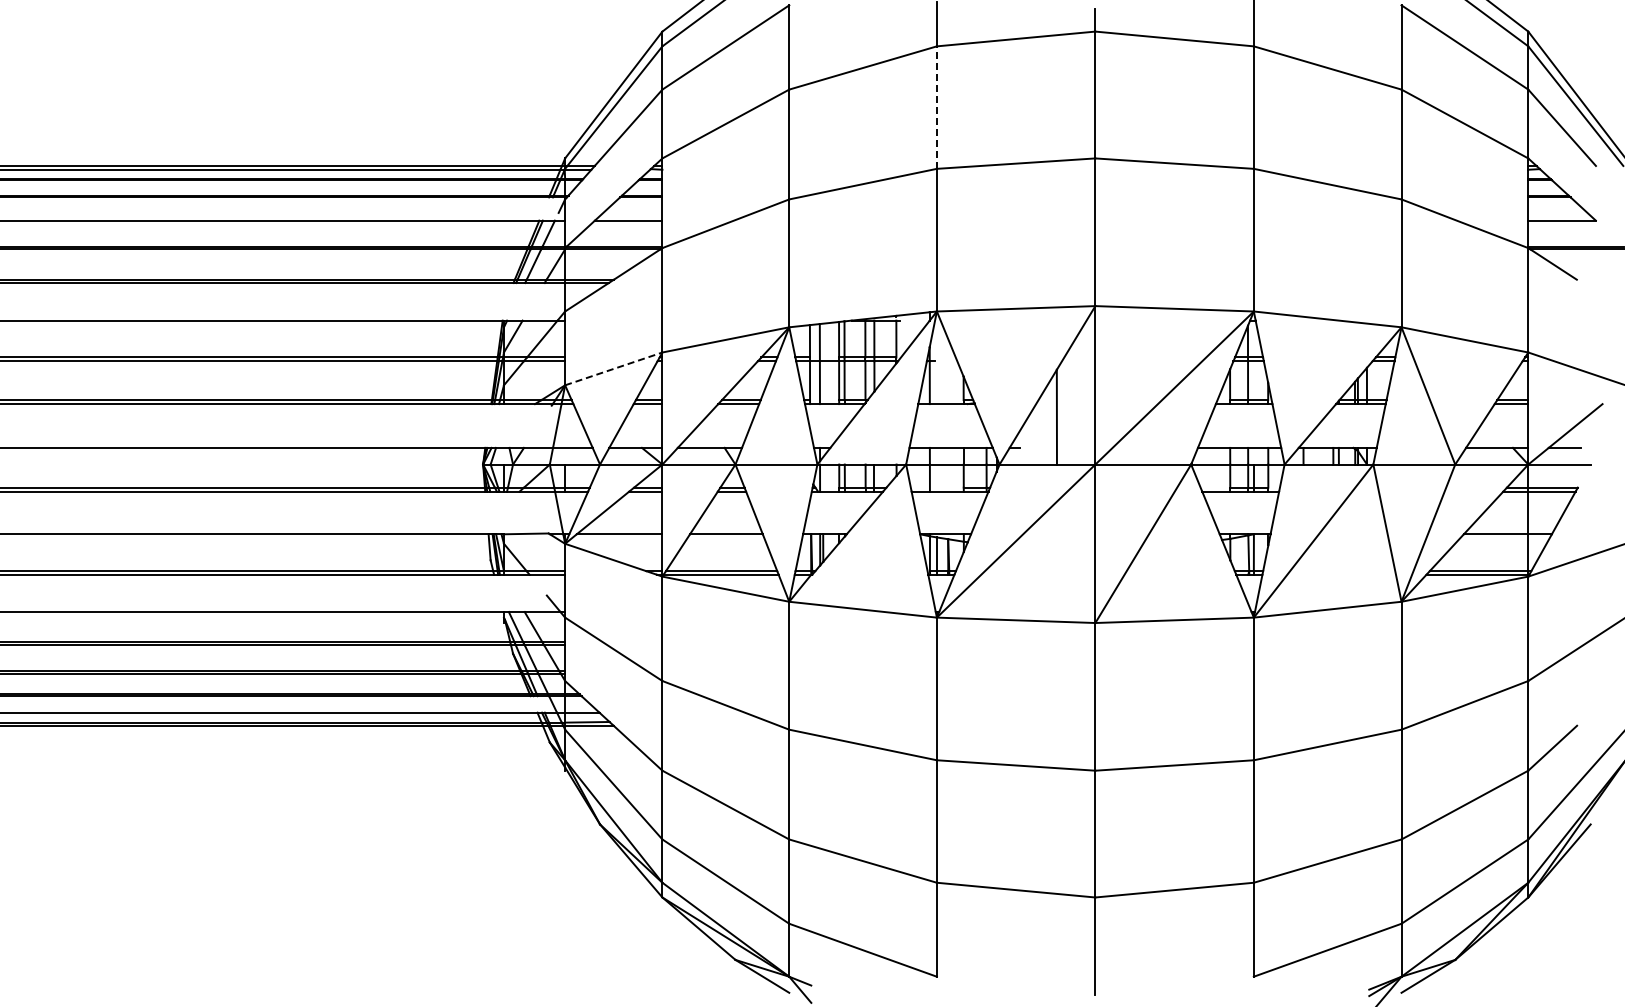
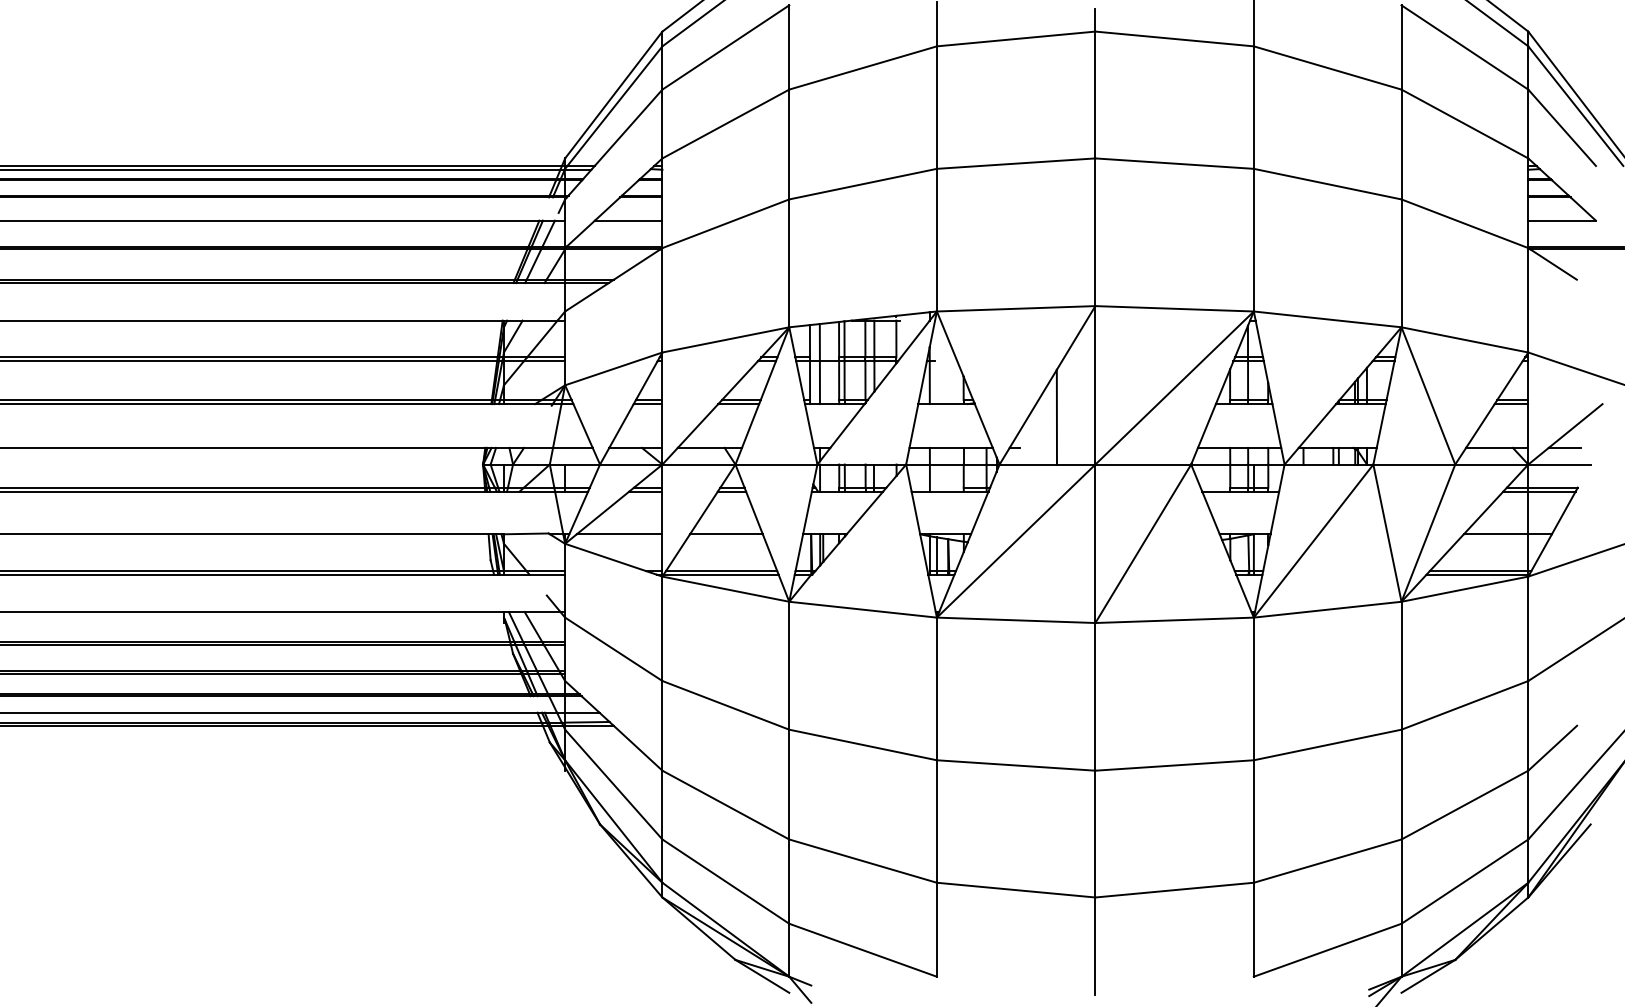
line at (936, 107): dashed -> solid
line at (614, 368): dashed -> solid
